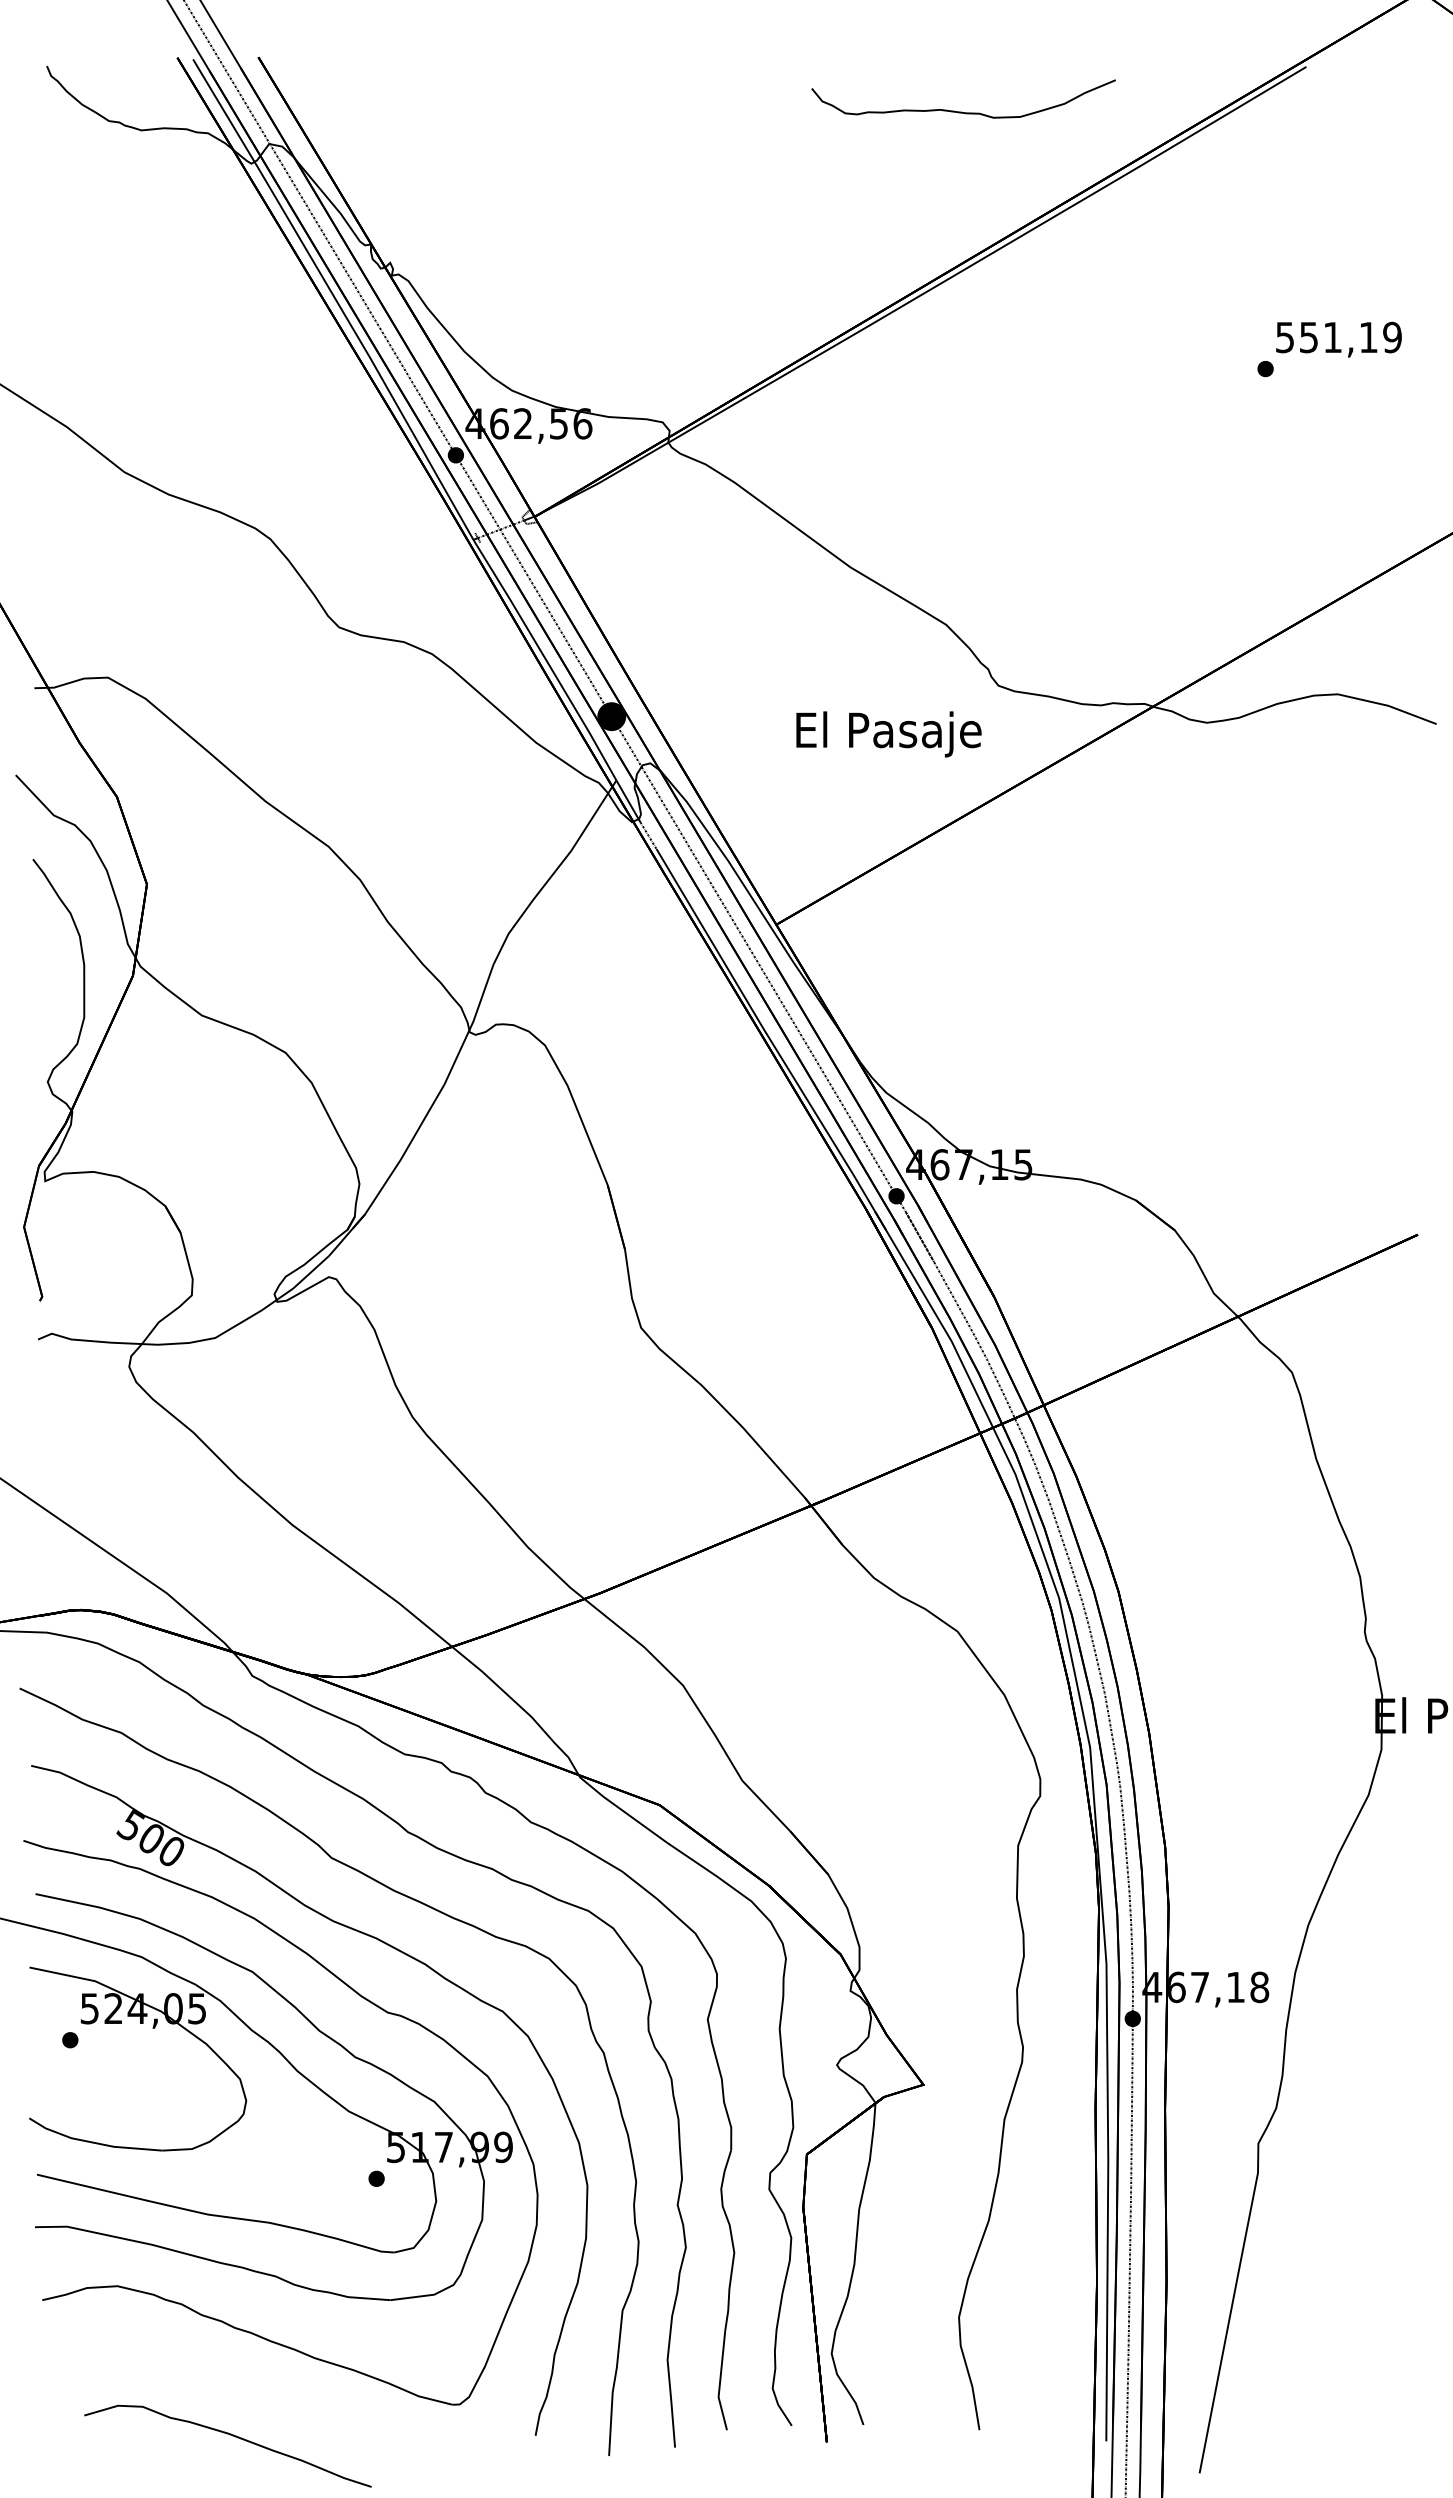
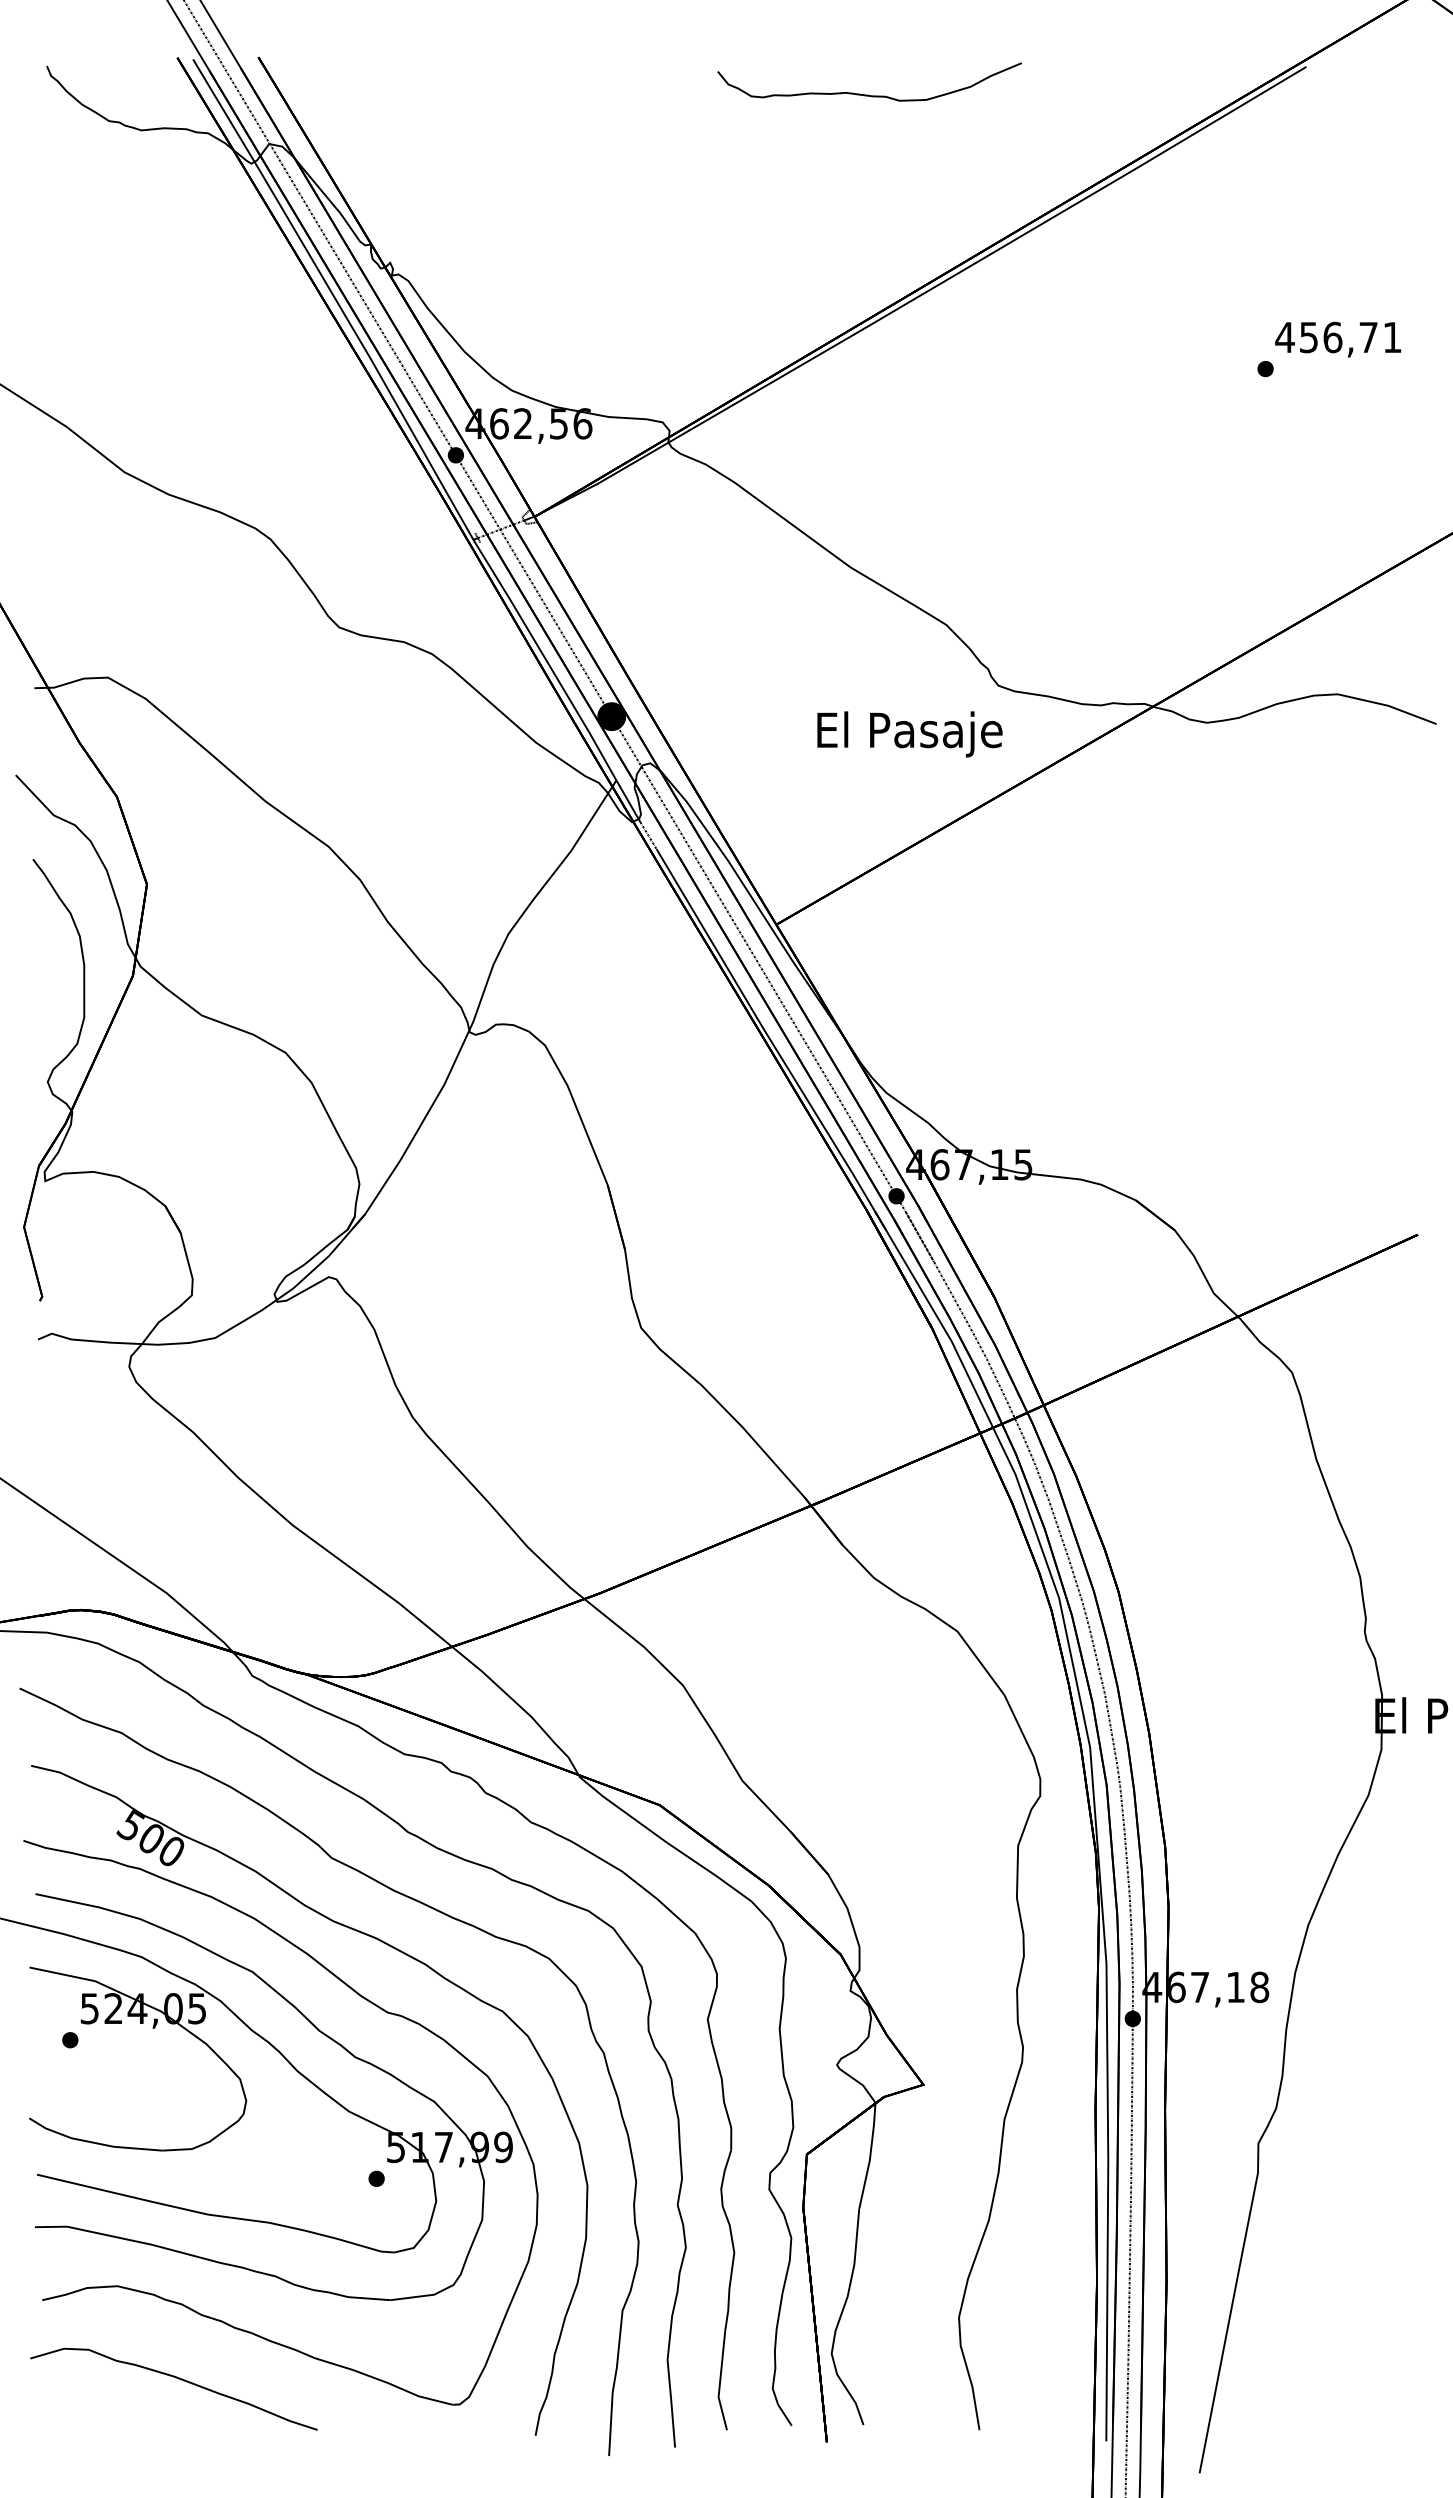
part at (962, 111) position: (962, 111) -> (868, 94)
text at (1338, 337): 551,19 -> 456,71
text at (888, 734) position: (888, 734) -> (909, 734)
curve at (232, 2436) position: (232, 2436) -> (178, 2379)
